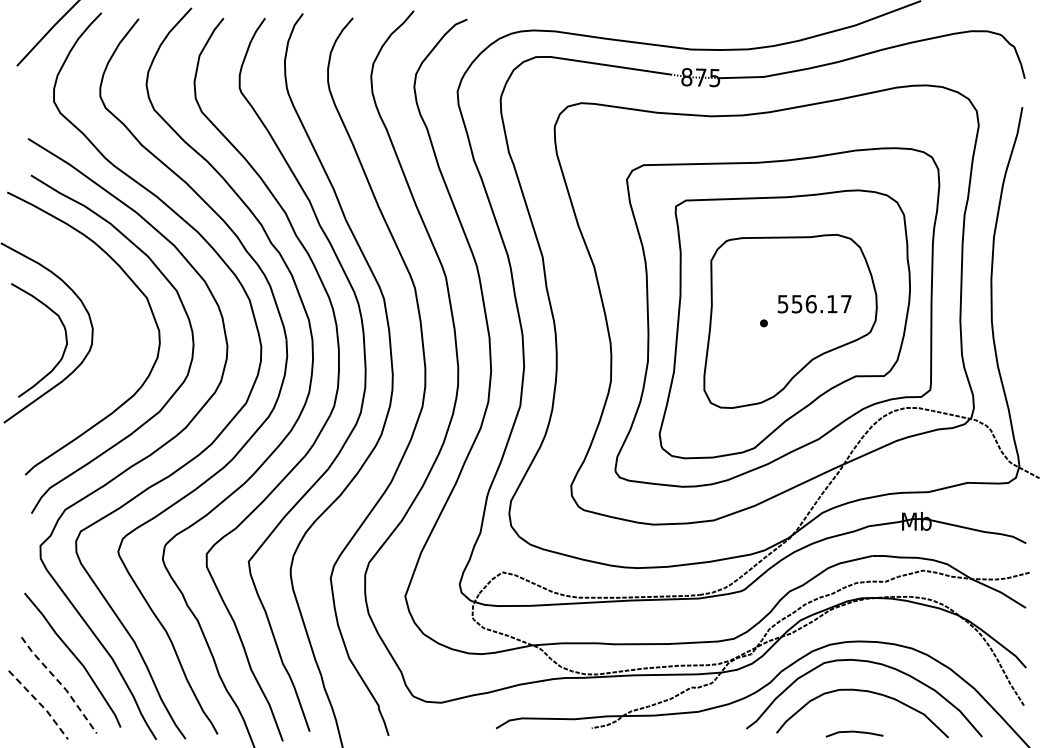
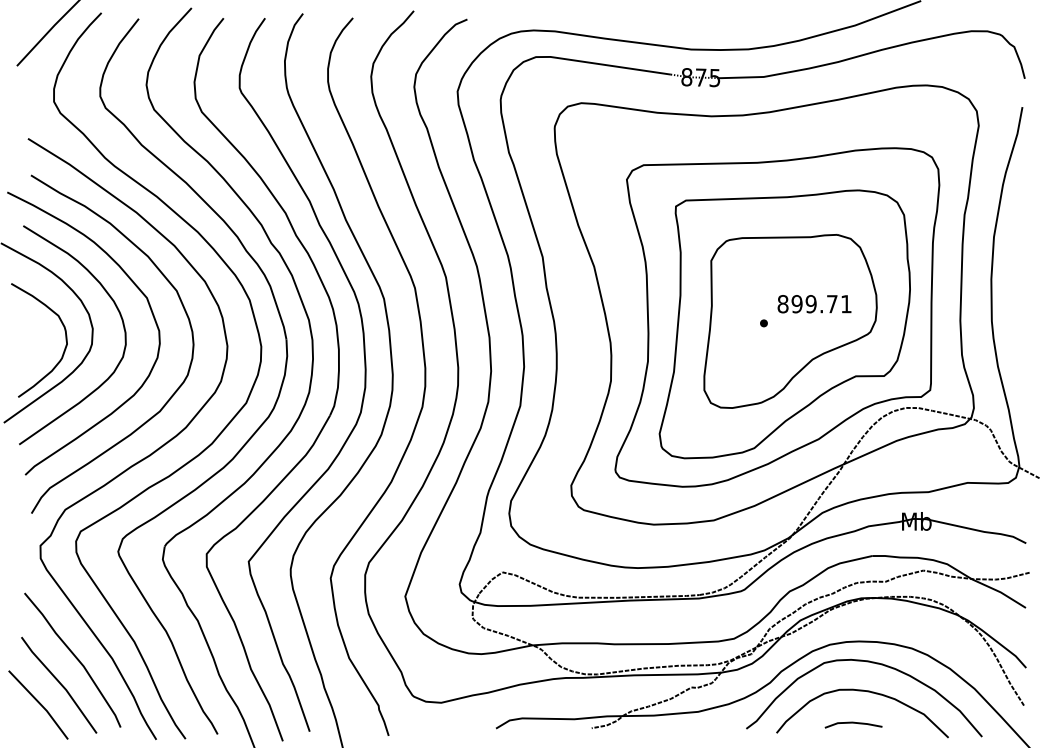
text at (814, 304): 556.17 -> 899.71
curve at (119, 315): none -> present
line at (60, 684): dashed -> solid
line at (40, 704): dashed -> solid
line at (854, 732) position: (854, 732) -> (853, 723)
